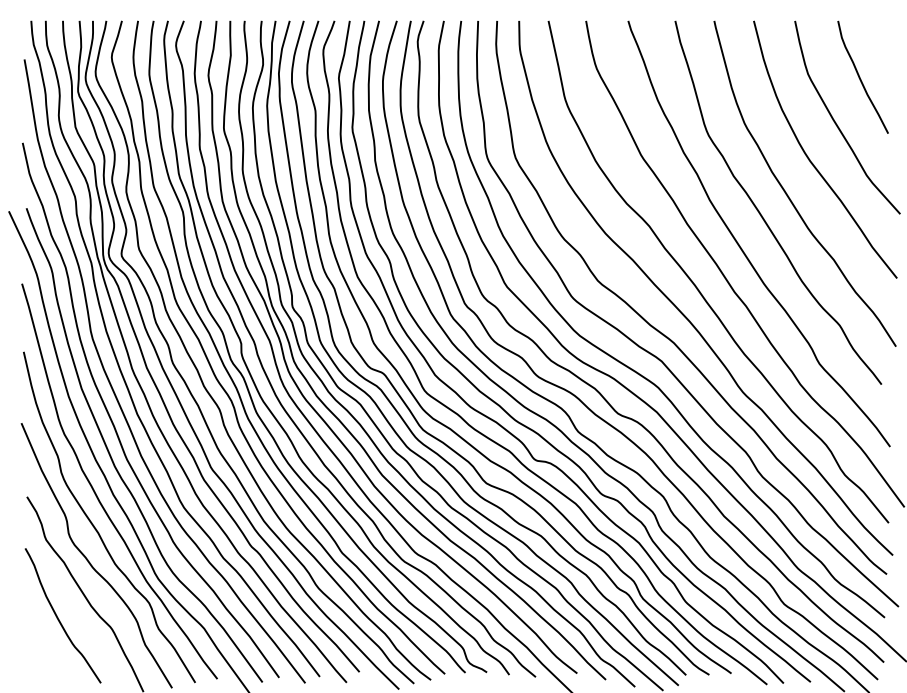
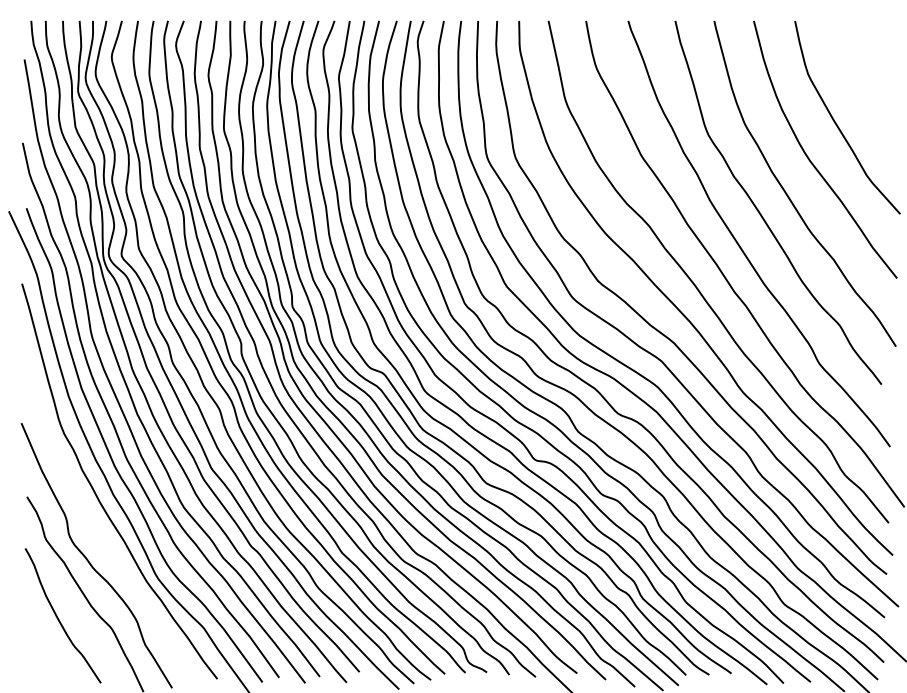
curve at (860, 77): present -> none
curve at (94, 525): present -> none
